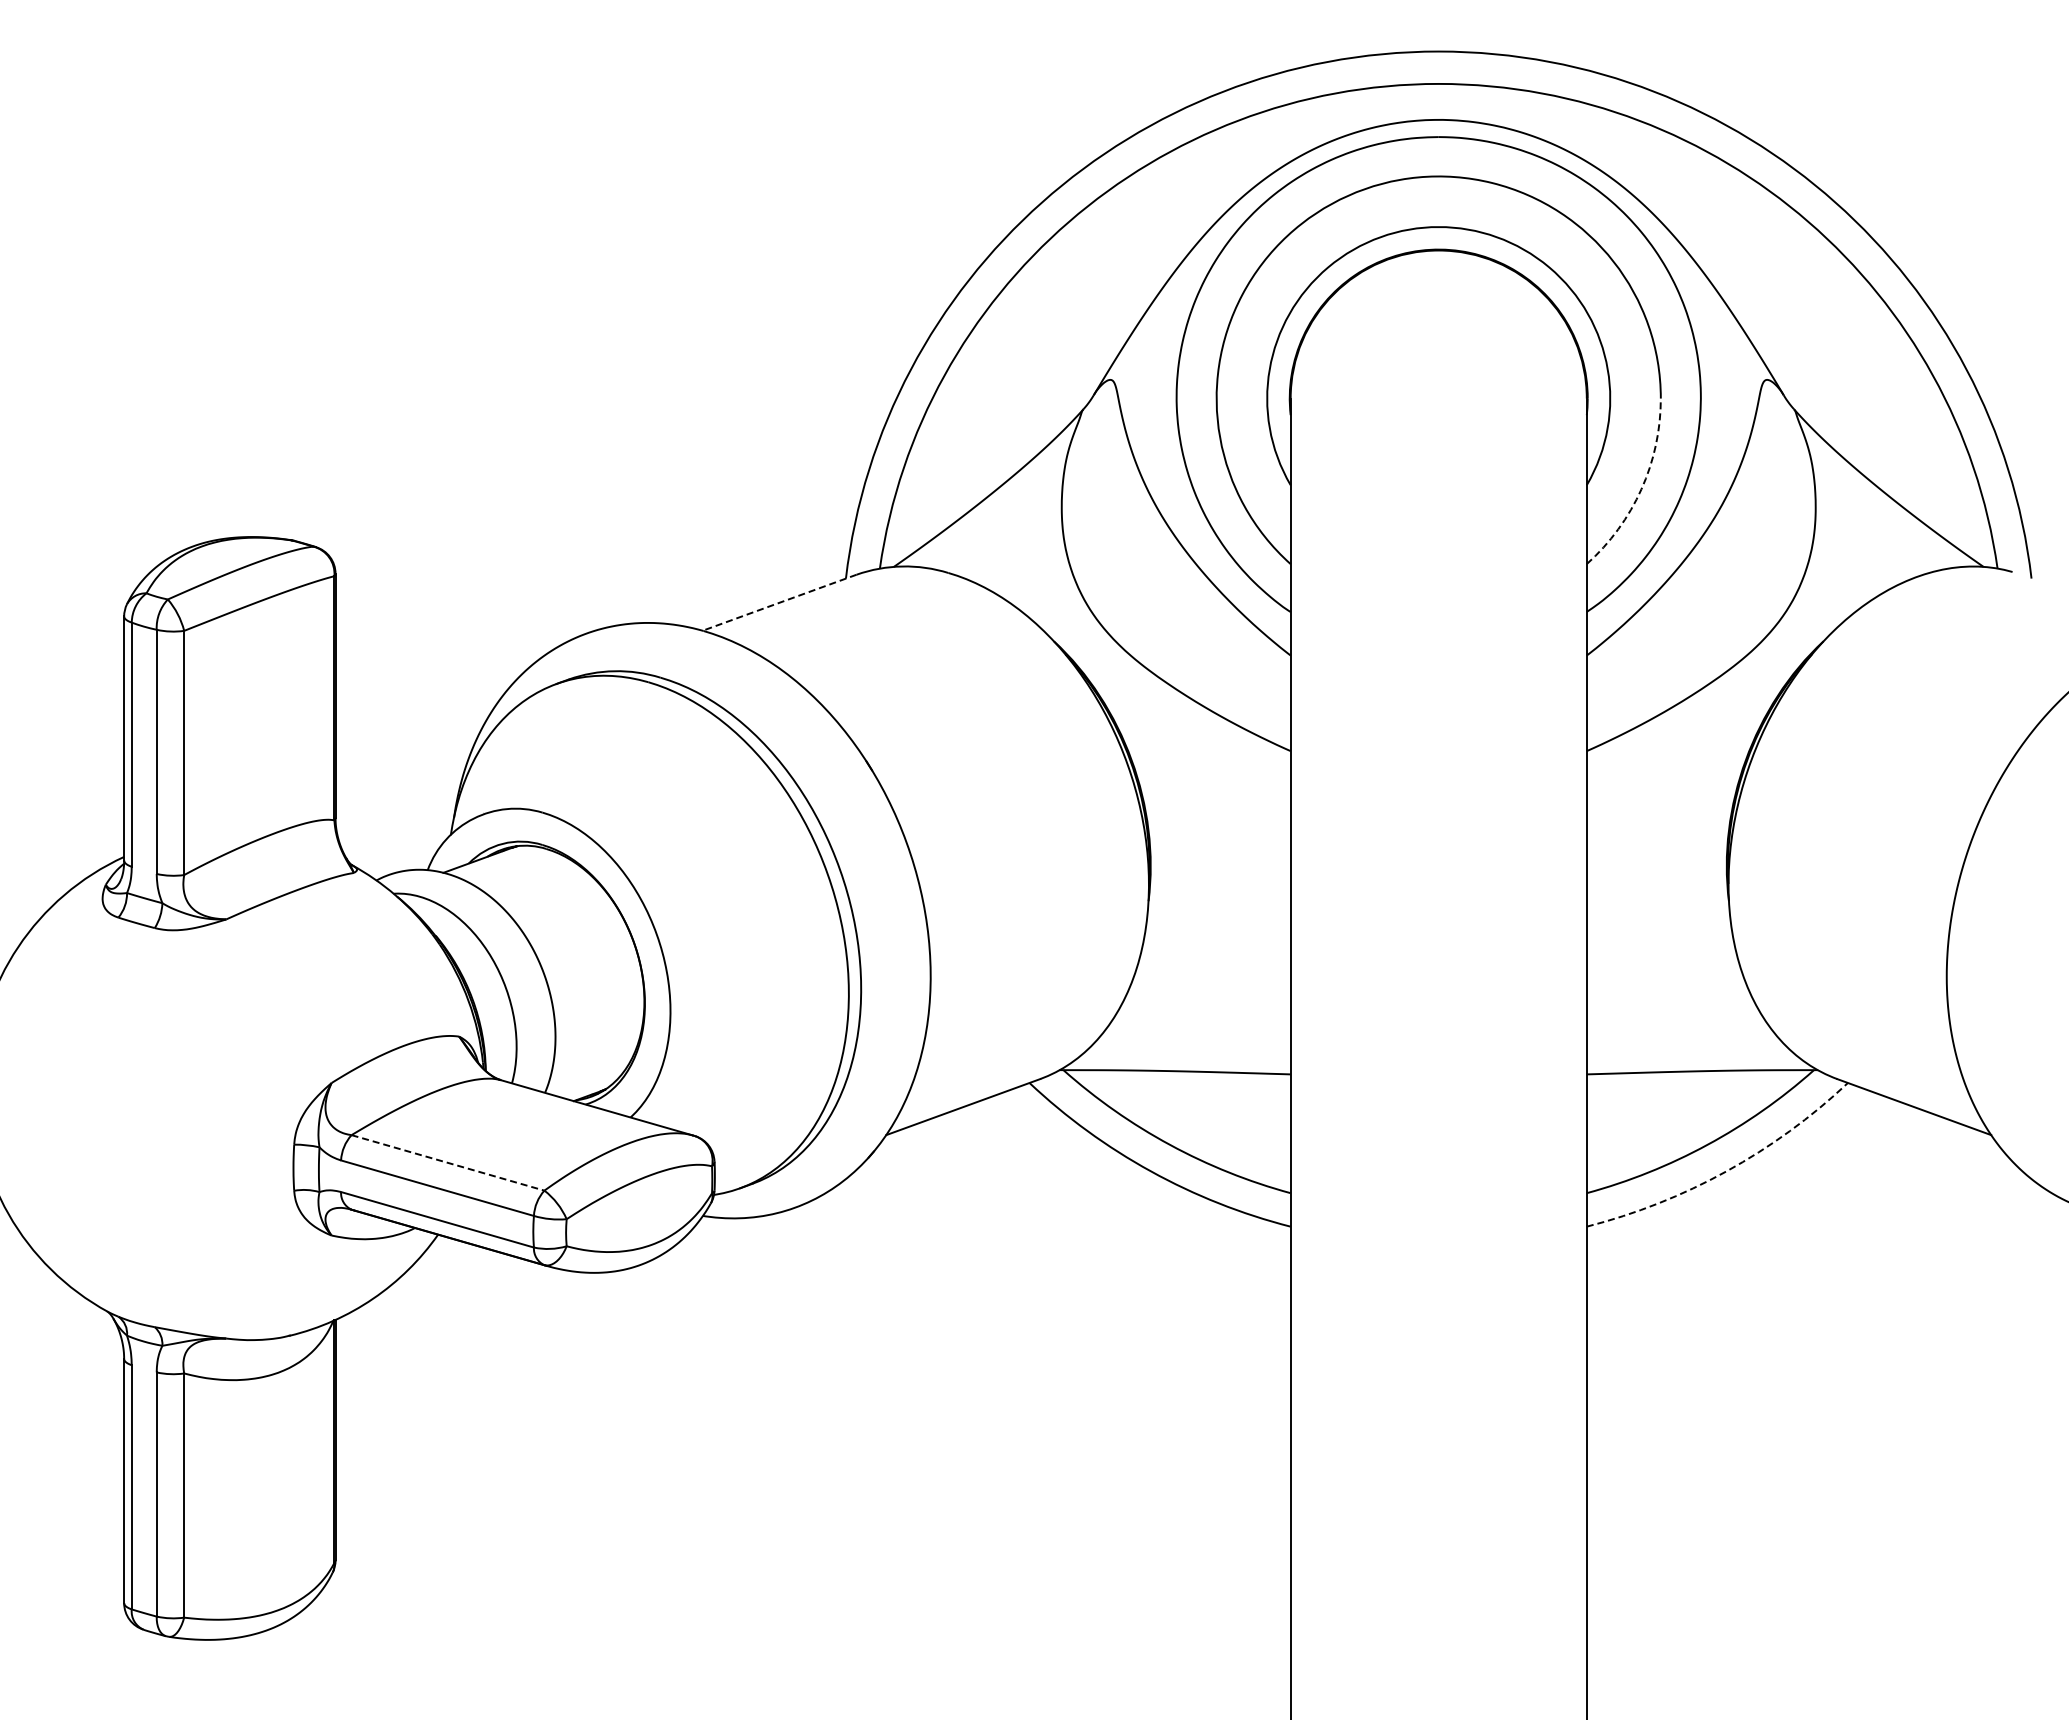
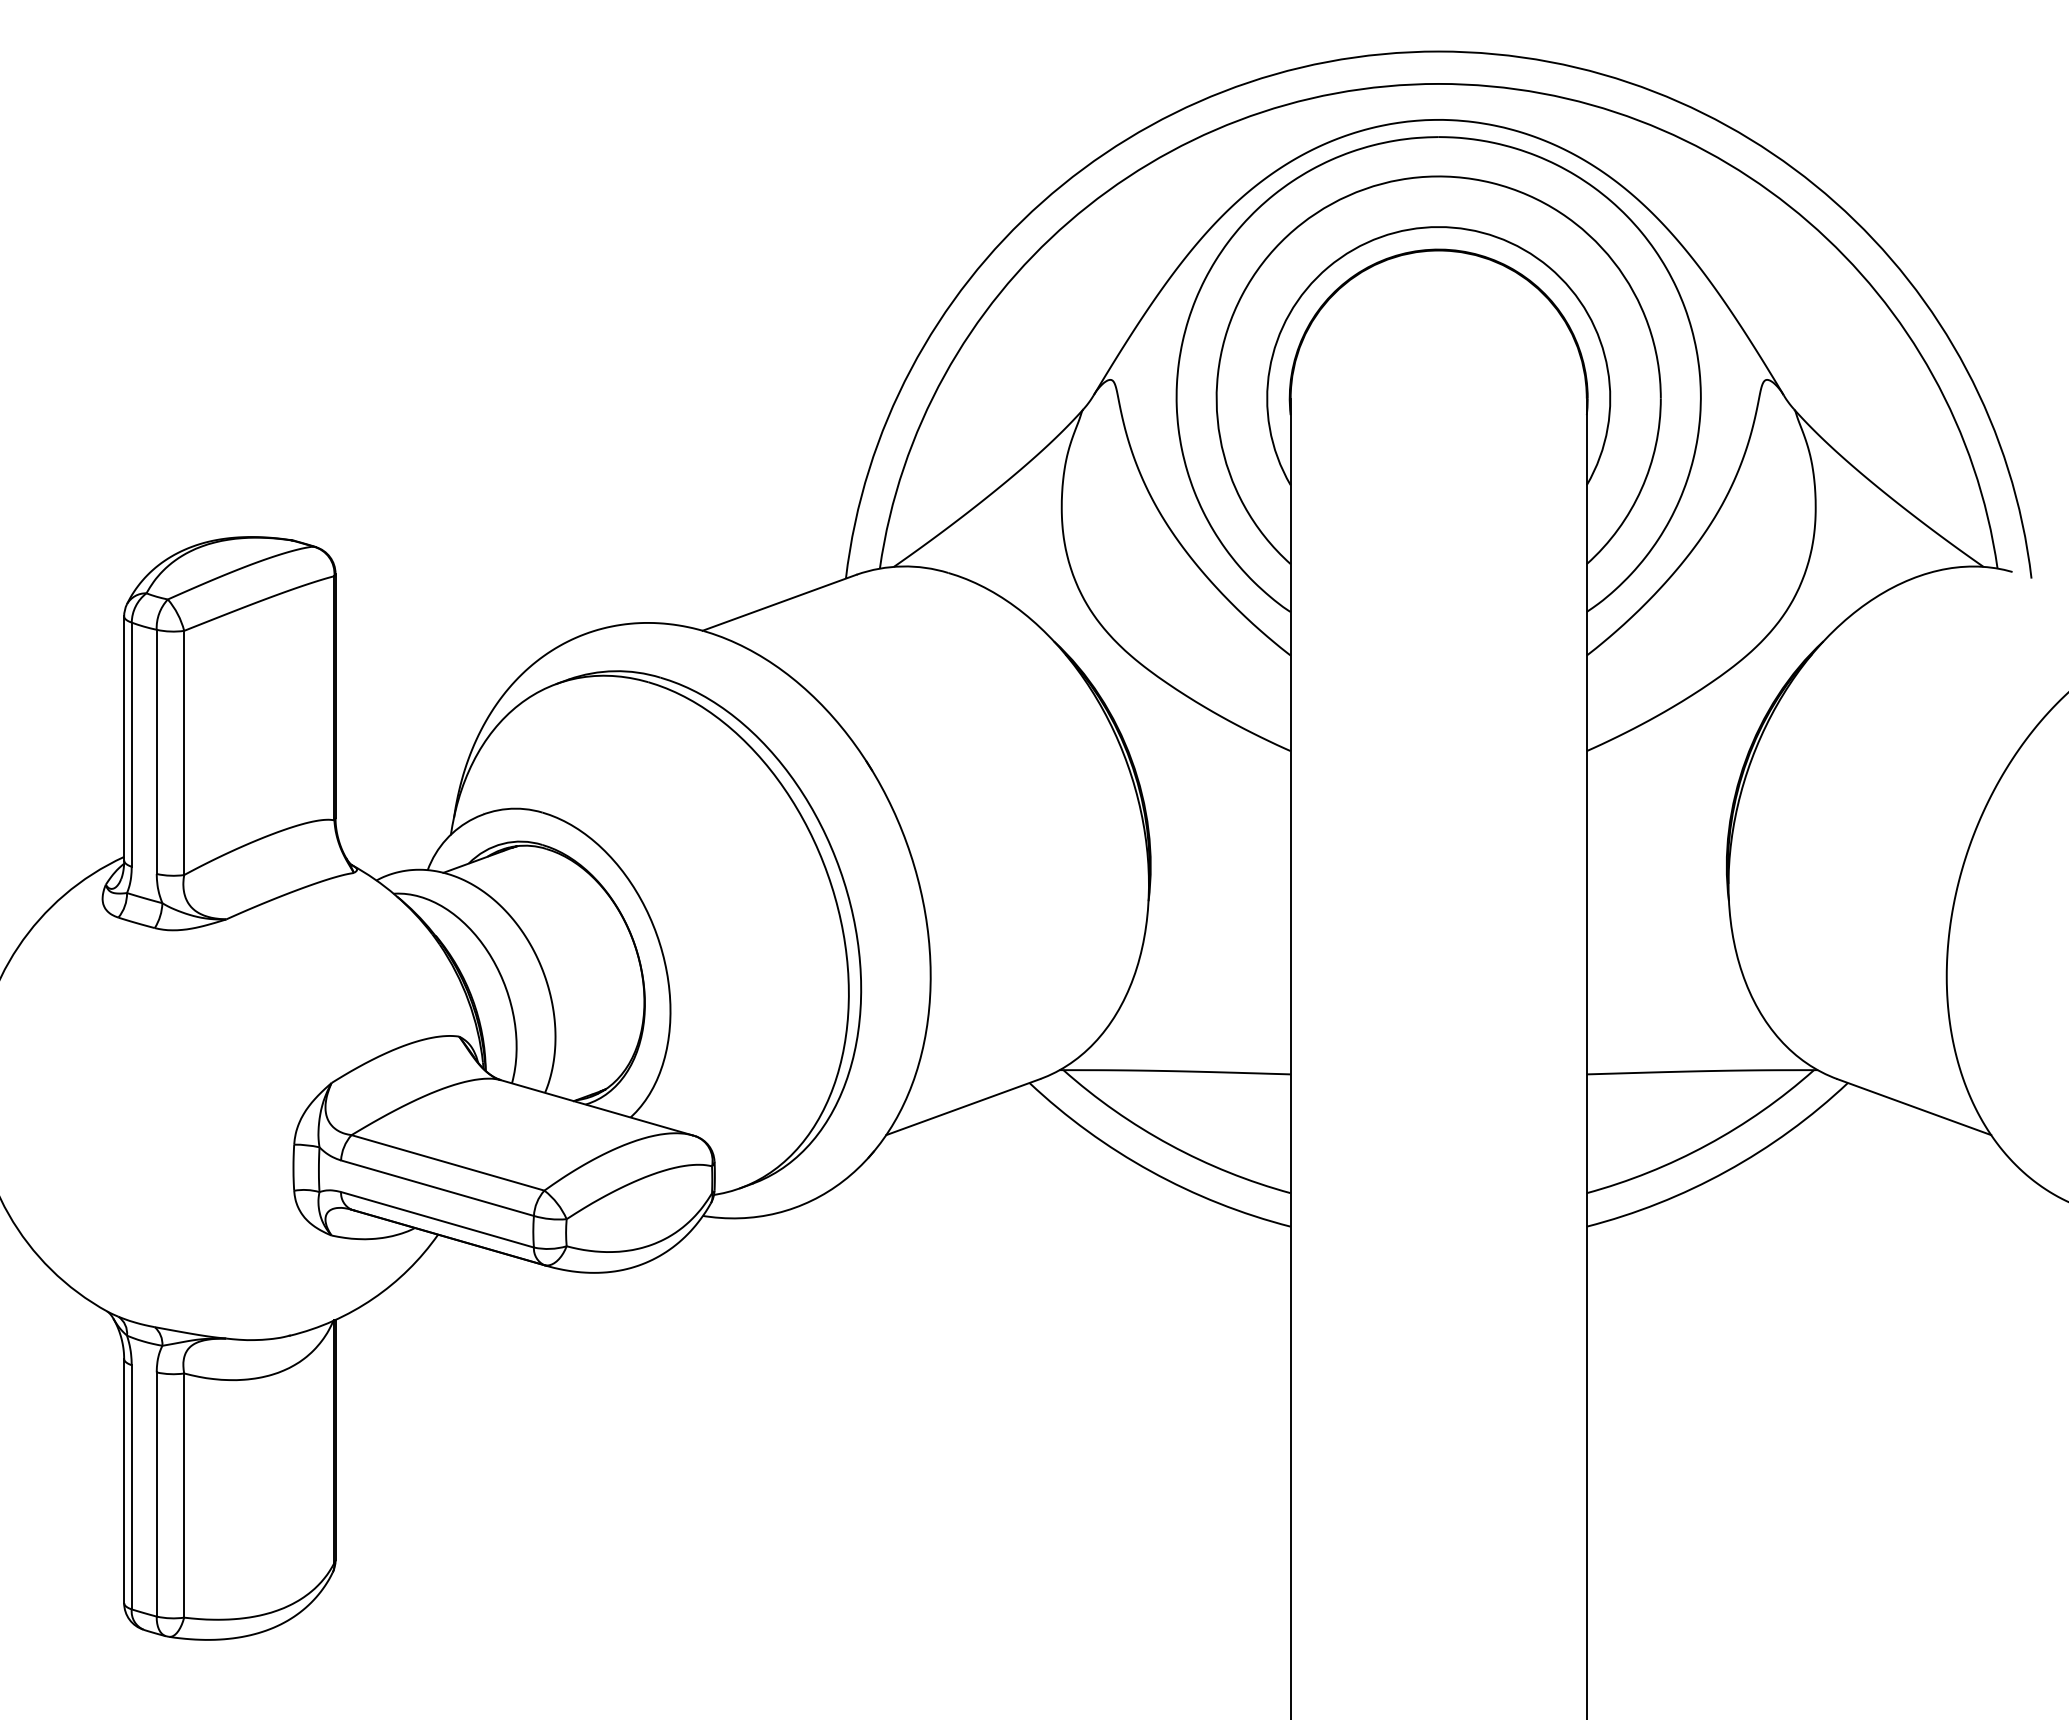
arc at (1641, 489): dashed -> solid
line at (779, 602): dashed -> solid
line at (448, 1163): dashed -> solid
arc at (1726, 1171): dashed -> solid
